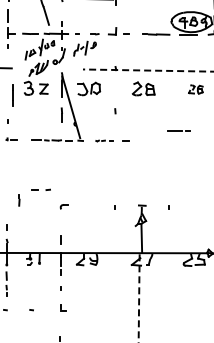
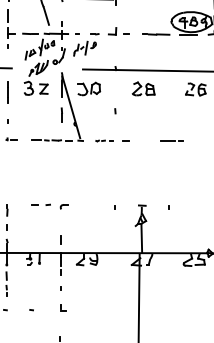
line at (147, 70): dashed -> solid
part at (195, 89) size: 16x11 px -> 22x15 px
line at (12, 95) position: (12, 95) -> (7, 92)
line at (178, 130) position: (178, 130) -> (171, 140)
part at (40, 189) position: (40, 189) -> (40, 204)
part at (19, 200) position: (19, 200) -> (7, 210)
line at (139, 298): dashed -> solid
